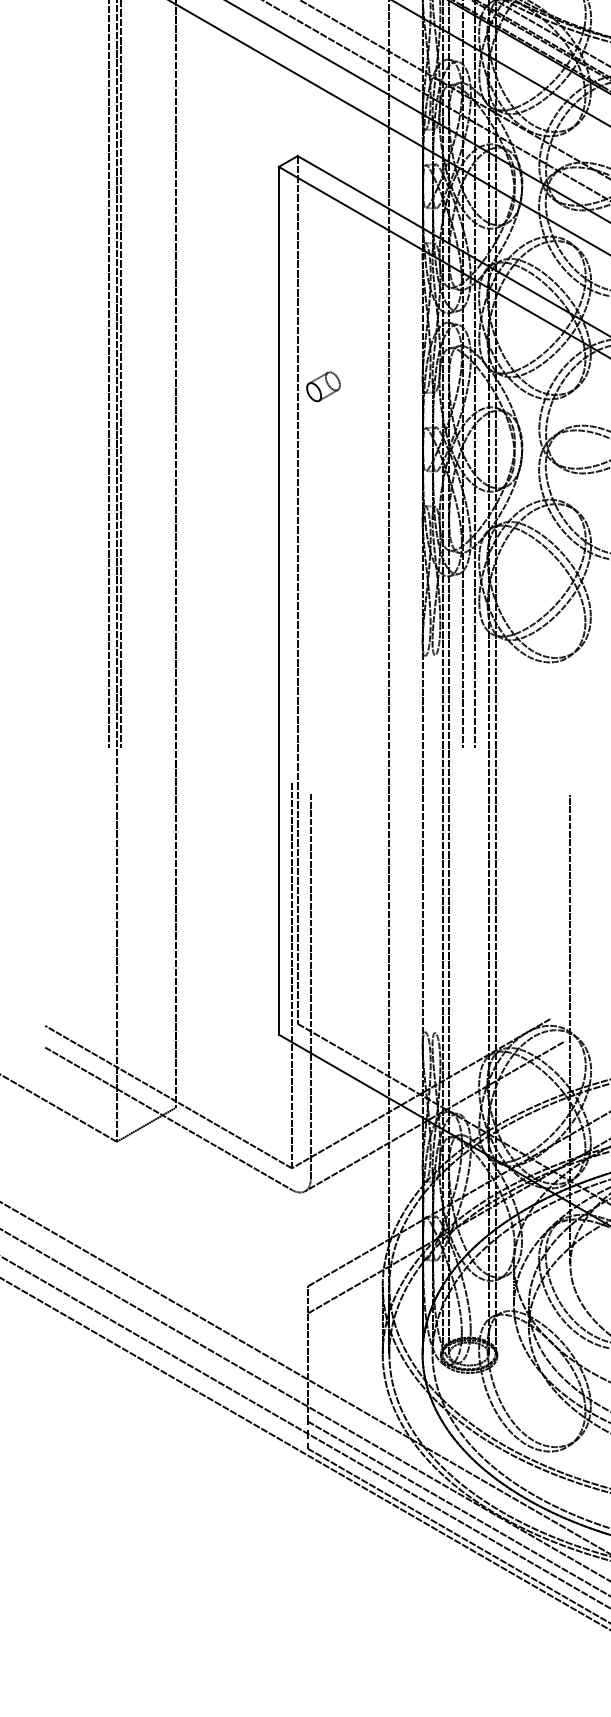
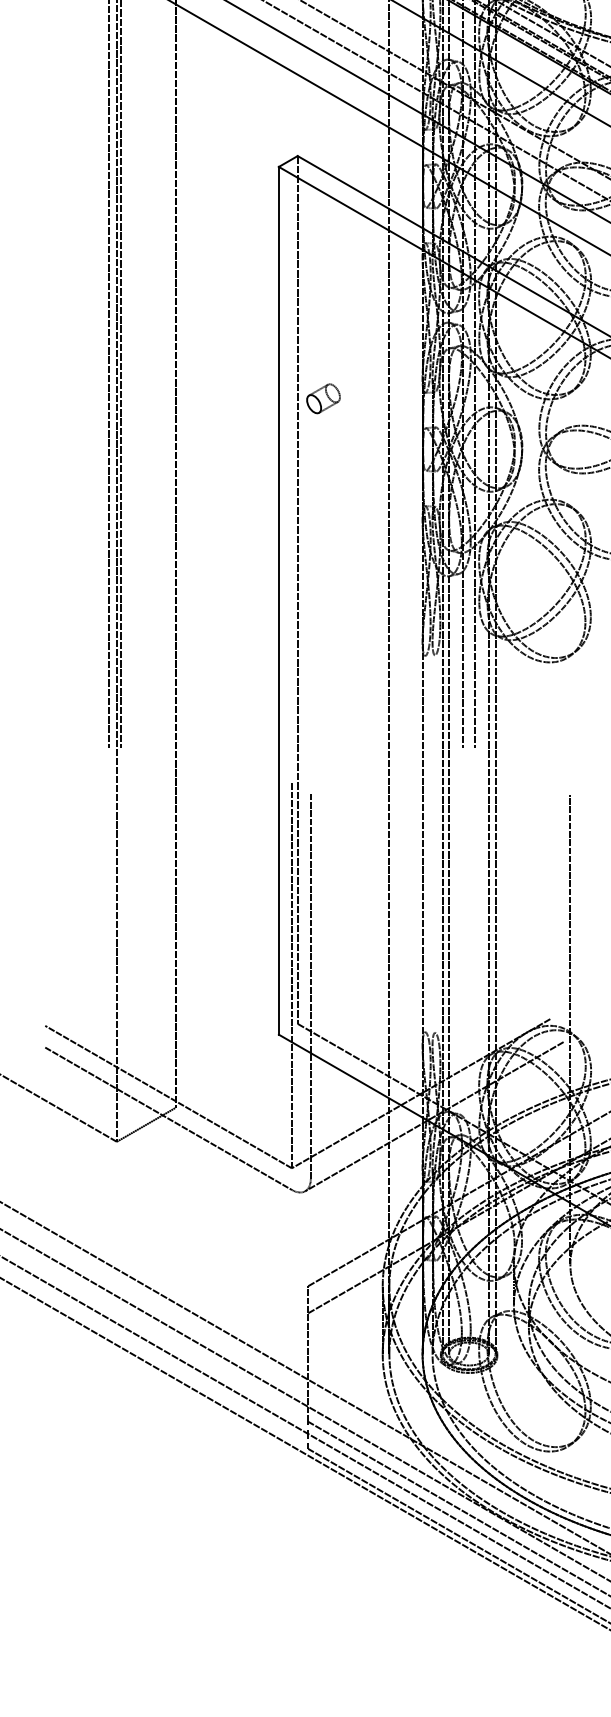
part at (323, 386) position: (323, 386) -> (323, 398)
